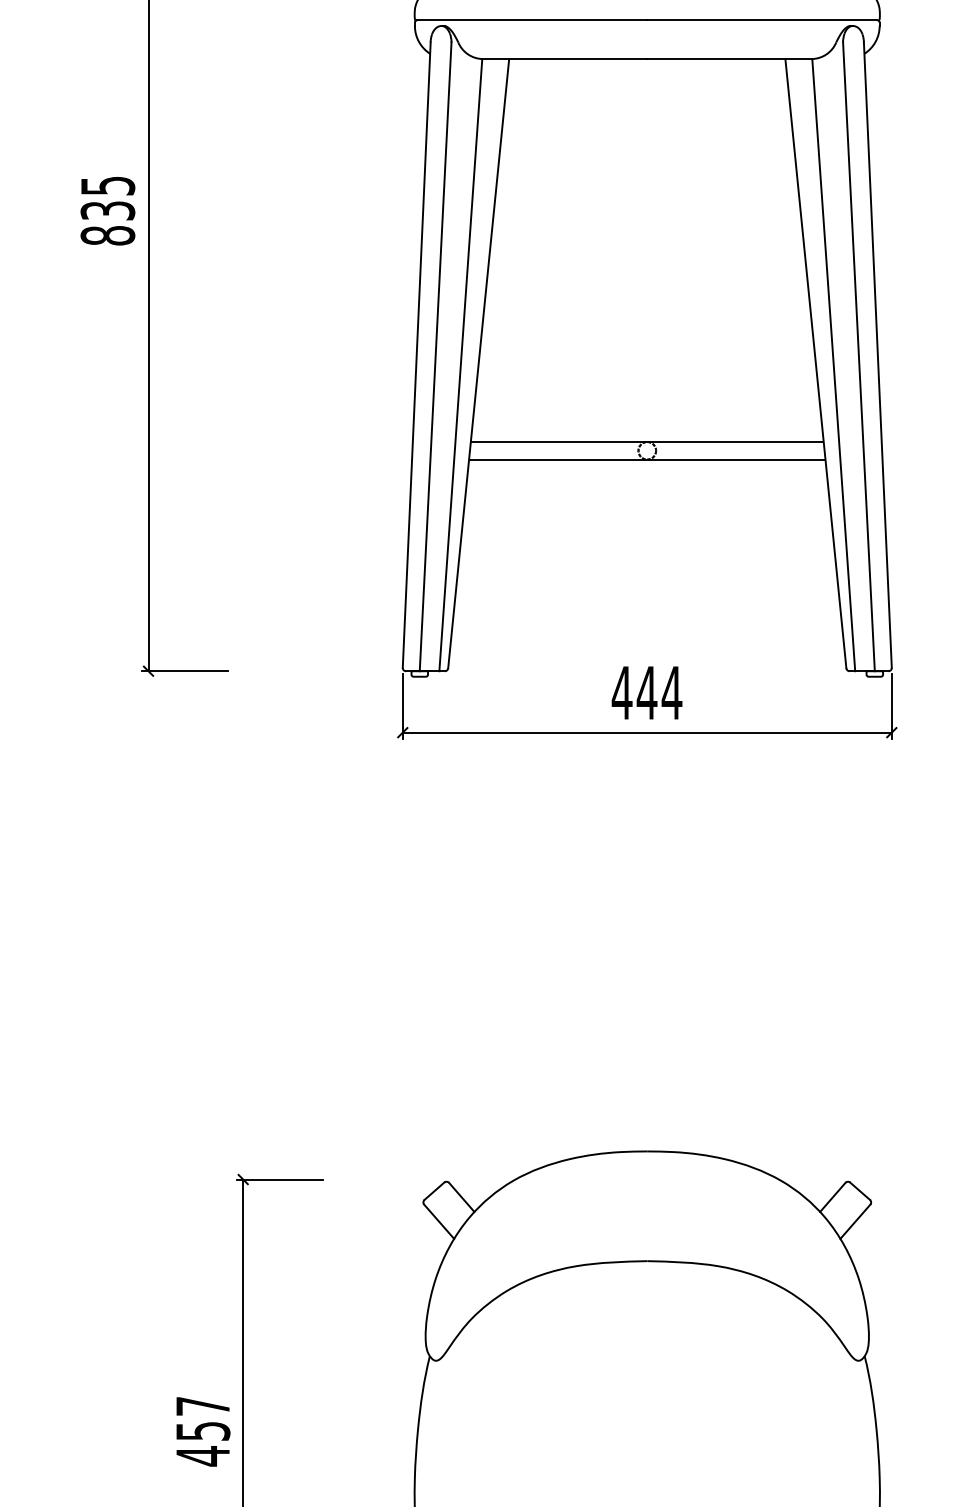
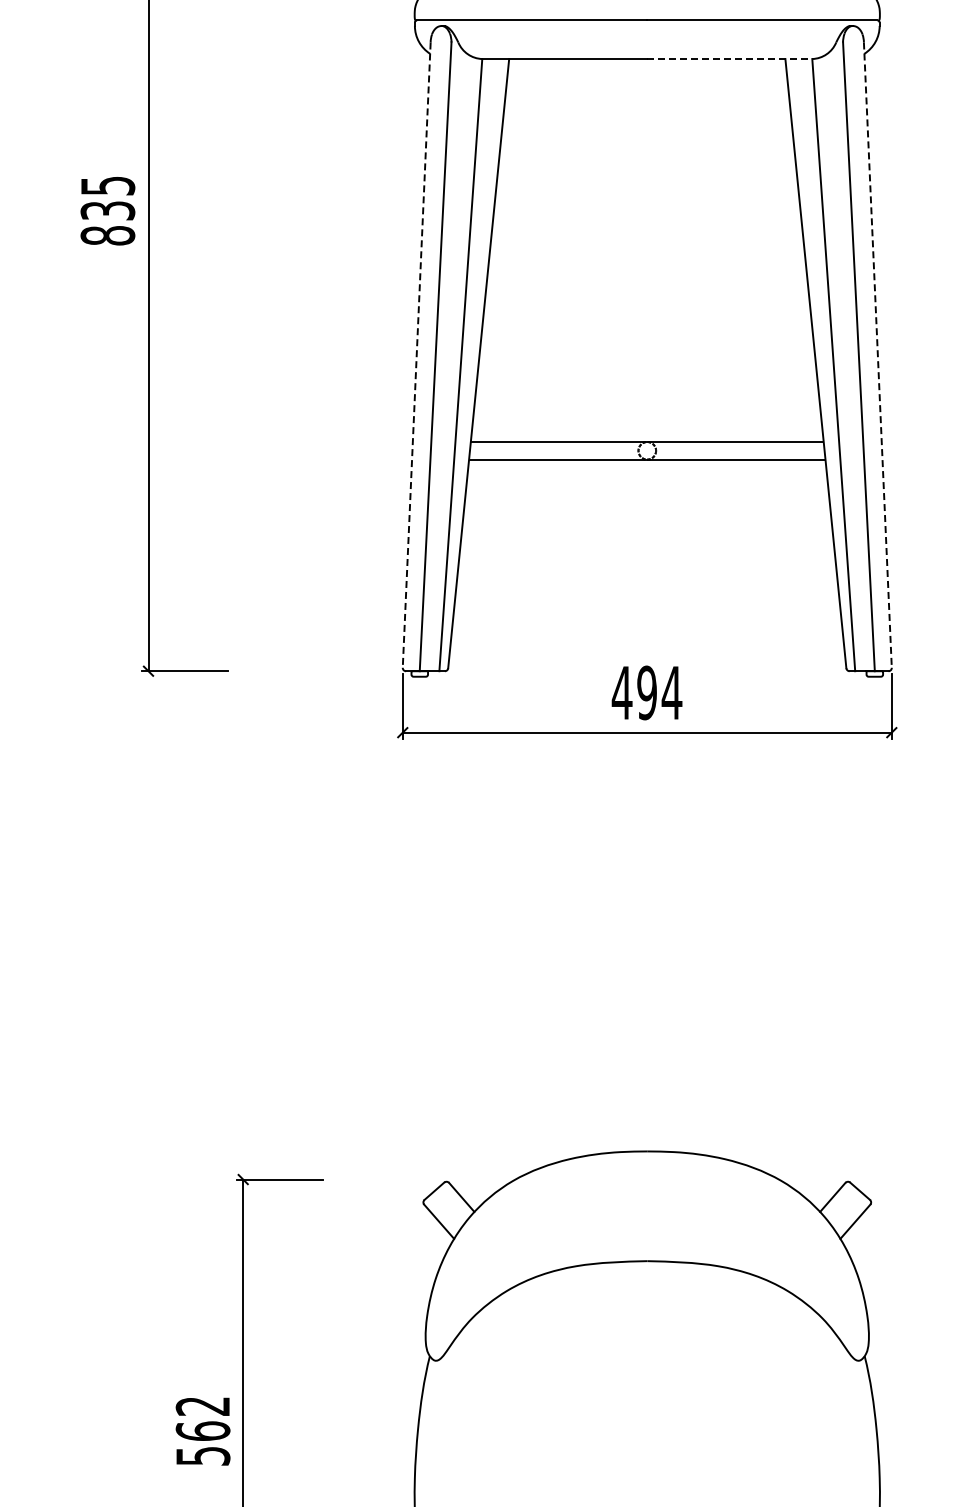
line at (729, 59): solid -> dashed
line at (416, 355): solid -> dashed
line at (877, 355): solid -> dashed
text at (646, 692): 444 -> 494
text at (202, 1431): 457 -> 562
